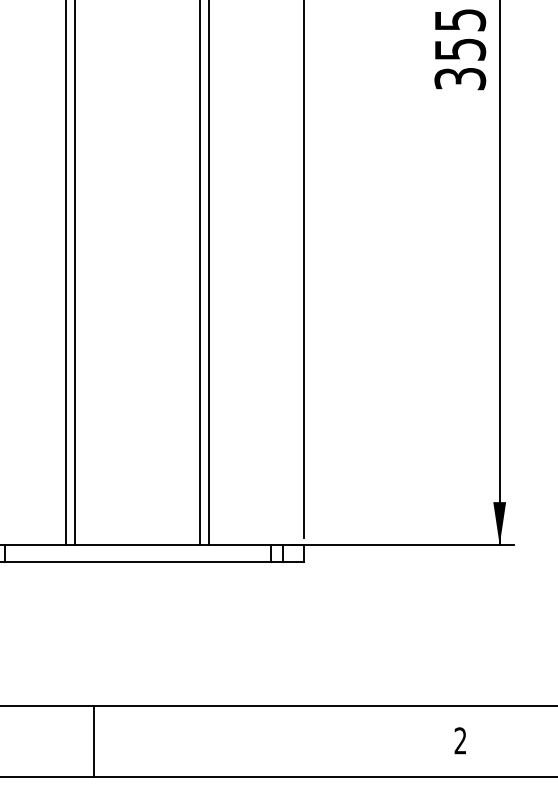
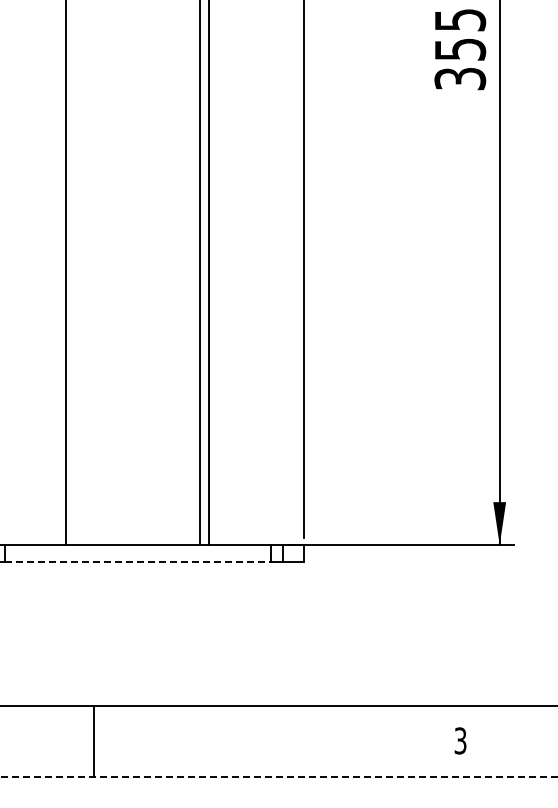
line at (74, 273): present -> none
line at (137, 562): solid -> dashed
text at (460, 740): 2 -> 3
line at (279, 777): solid -> dashed
